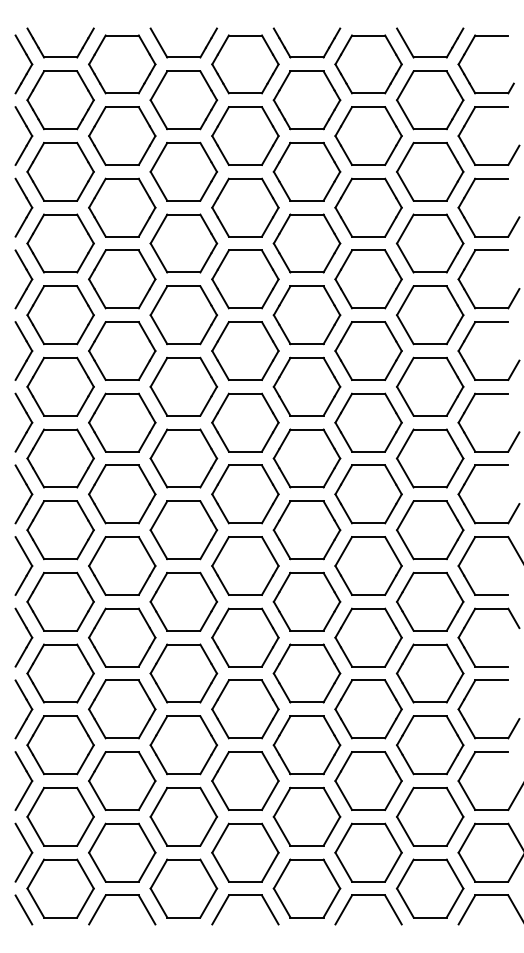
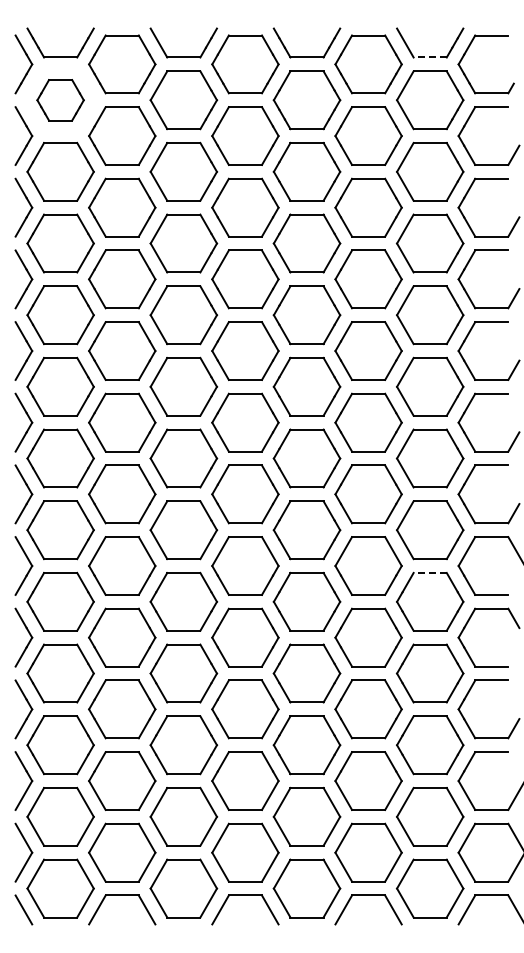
line at (430, 57): solid -> dashed
part at (60, 100) size: 69x61 px -> 49x43 px
line at (430, 572): solid -> dashed
